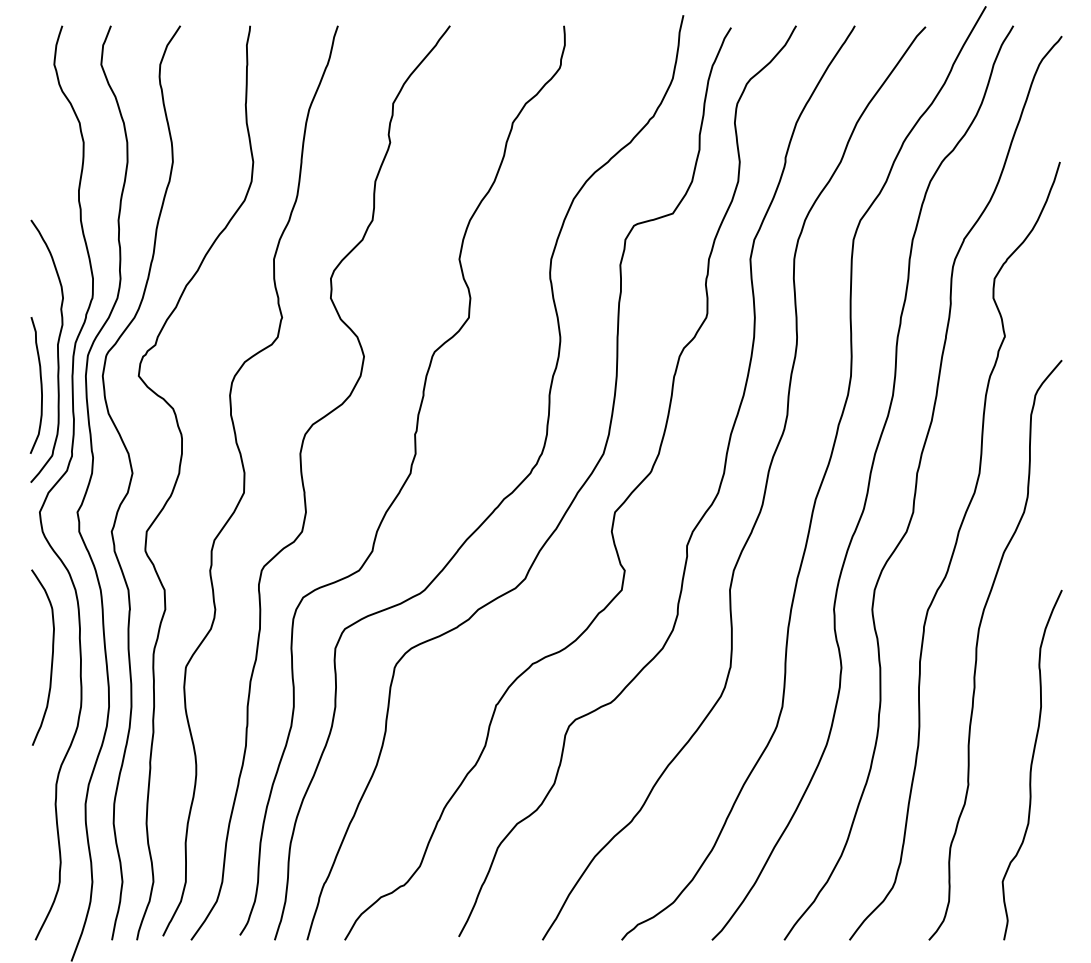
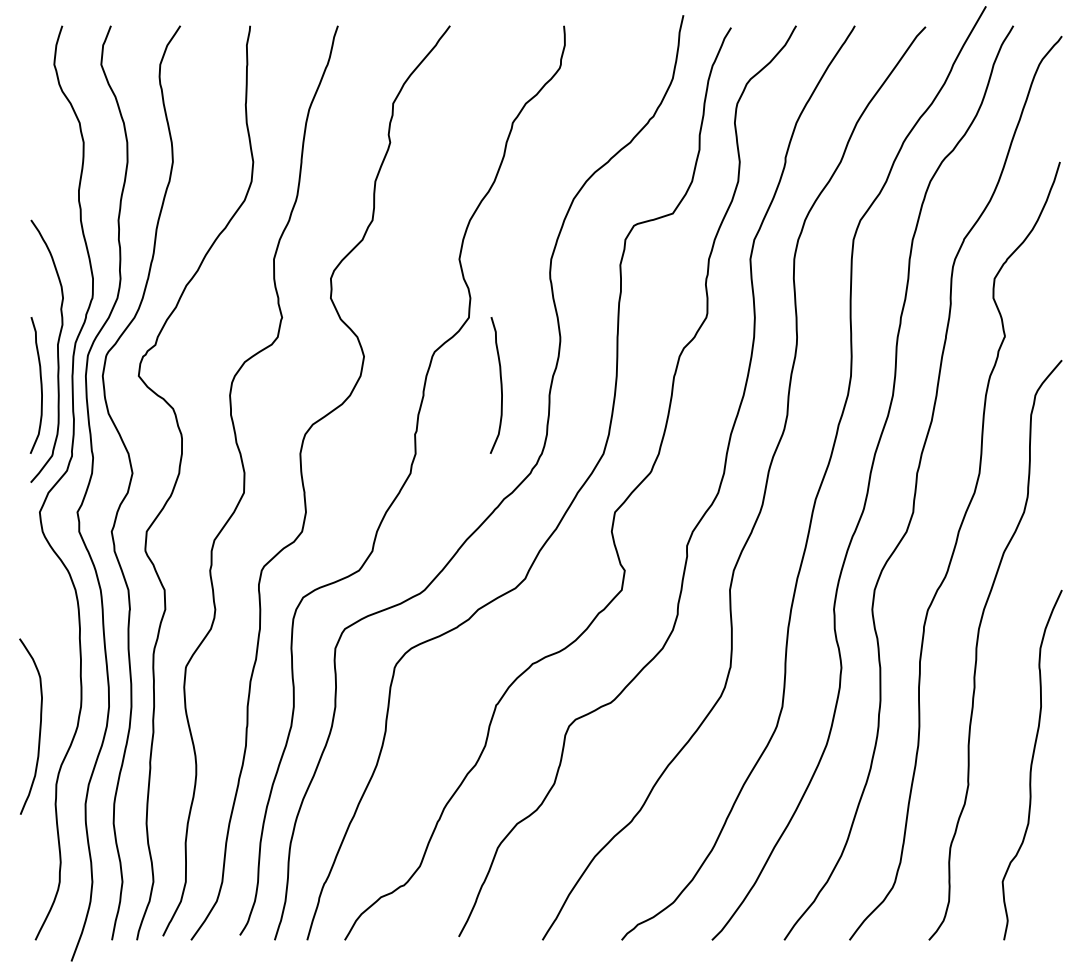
curve at (500, 385): none -> present
curve at (51, 657) position: (51, 657) -> (39, 726)
